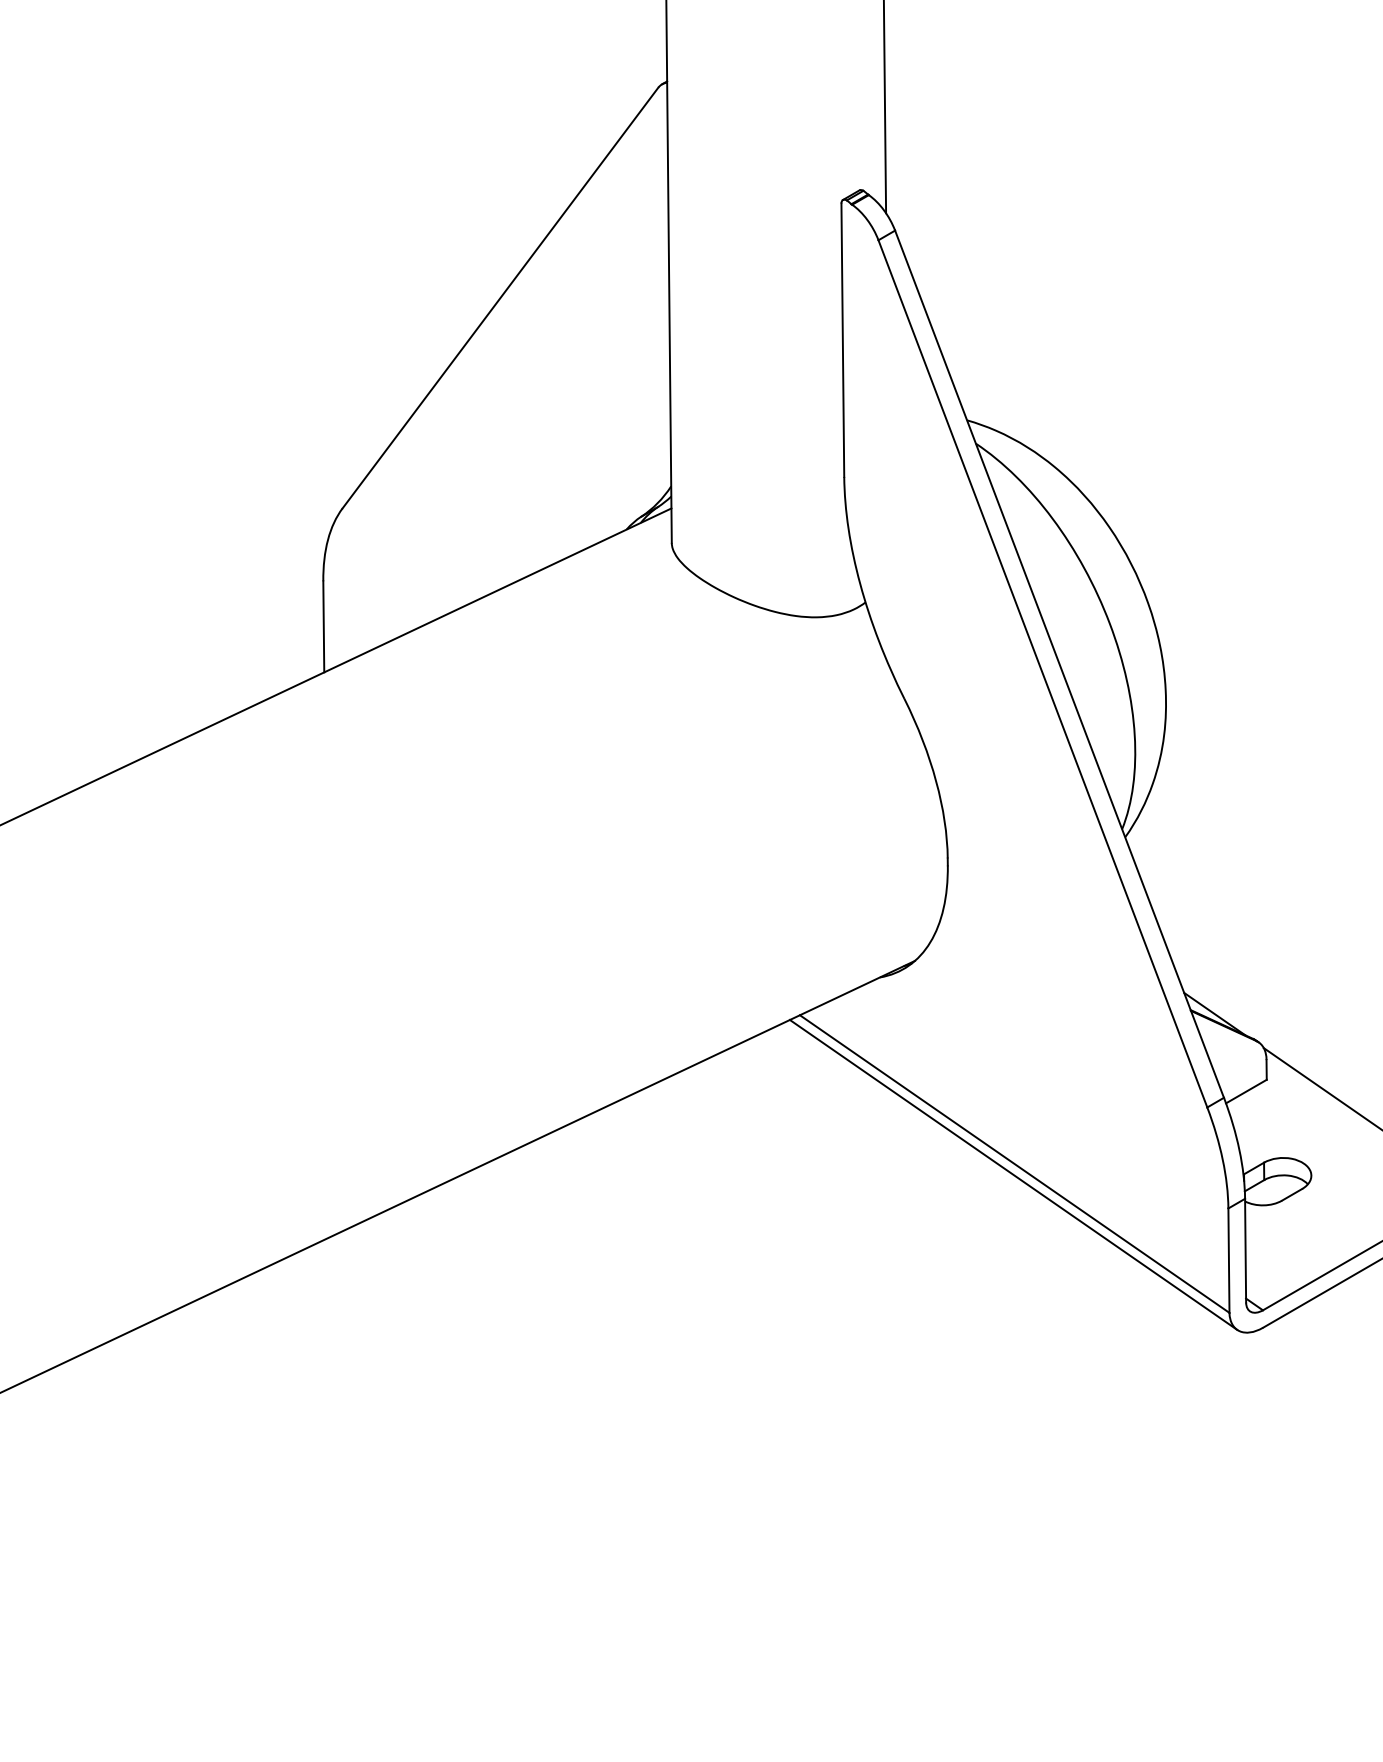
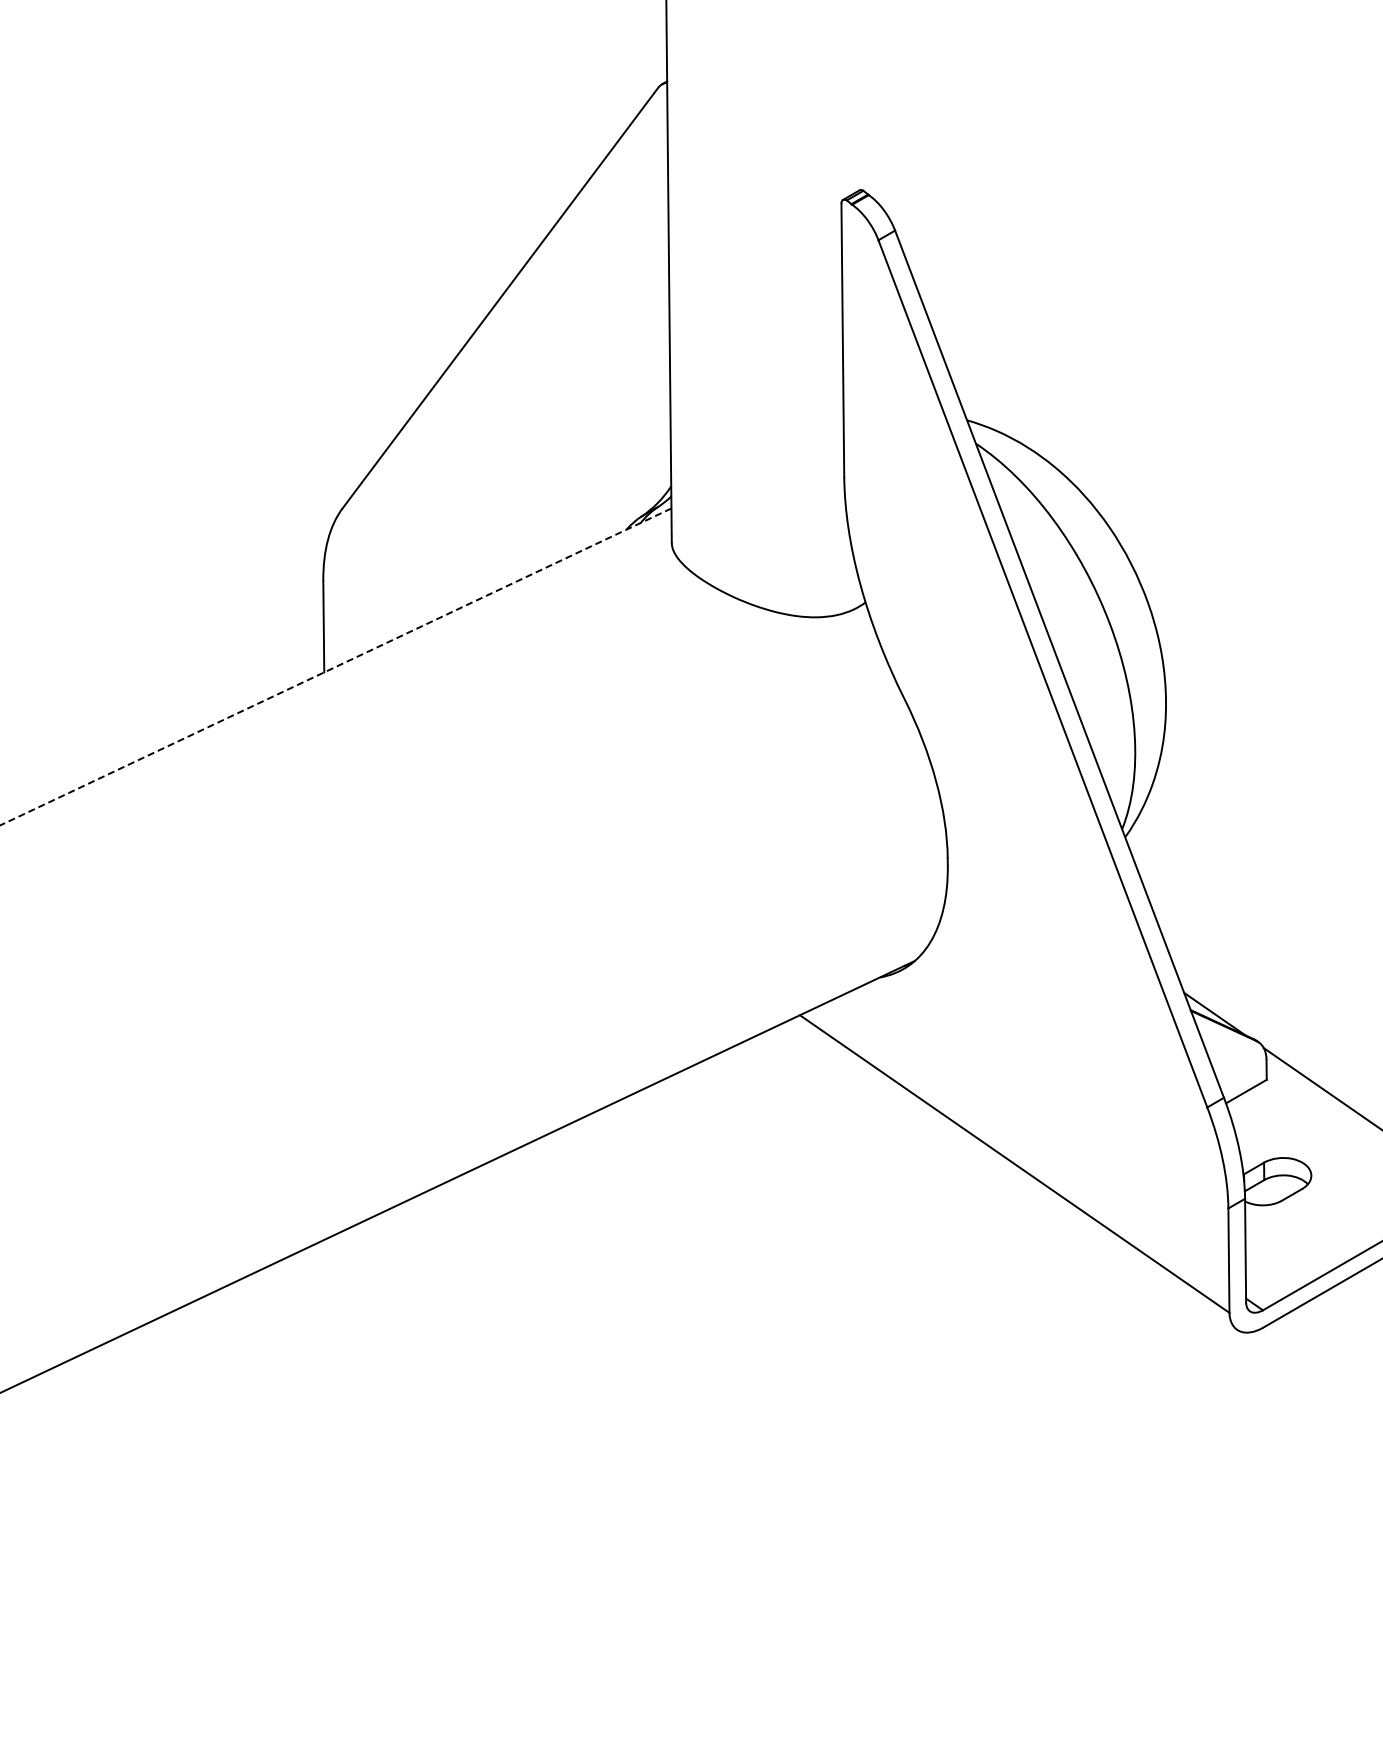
line at (884, 107): present -> none
line at (336, 666): solid -> dashed
line at (1013, 1174): present -> none
